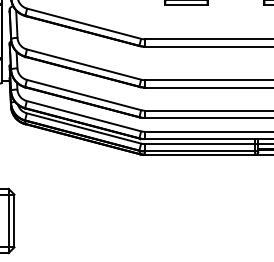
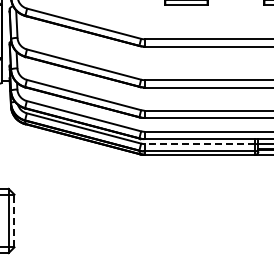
line at (199, 144): solid -> dashed
line at (14, 220): solid -> dashed
